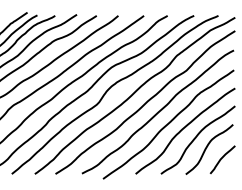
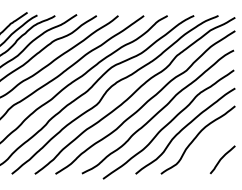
curve at (207, 147): present -> none
